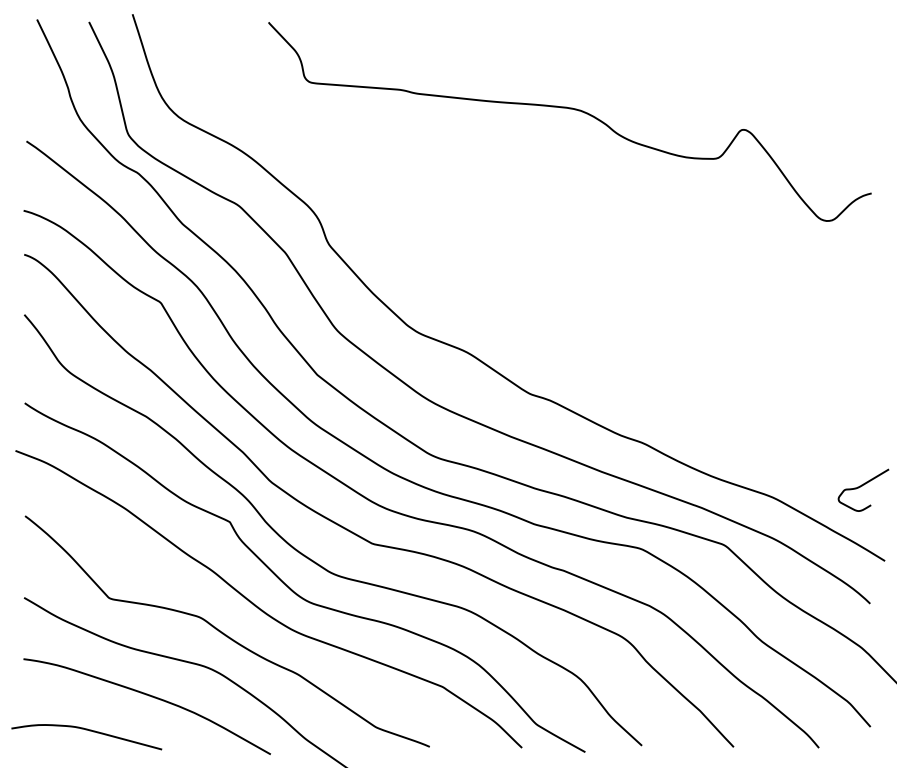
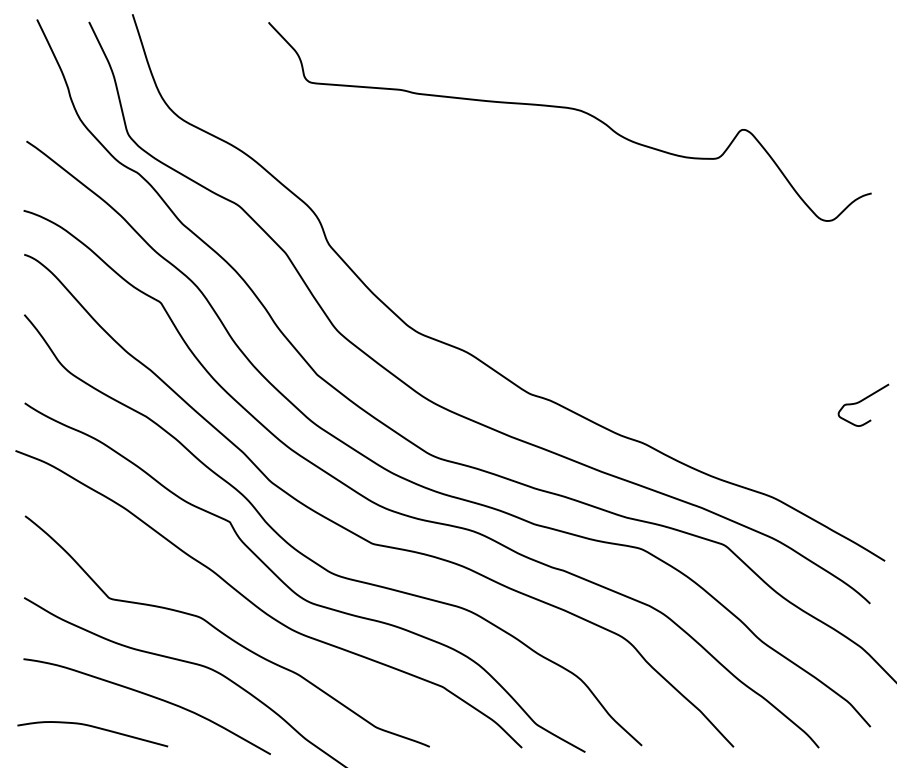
curve at (862, 486) position: (862, 486) -> (862, 401)
curve at (89, 731) position: (89, 731) -> (95, 728)
